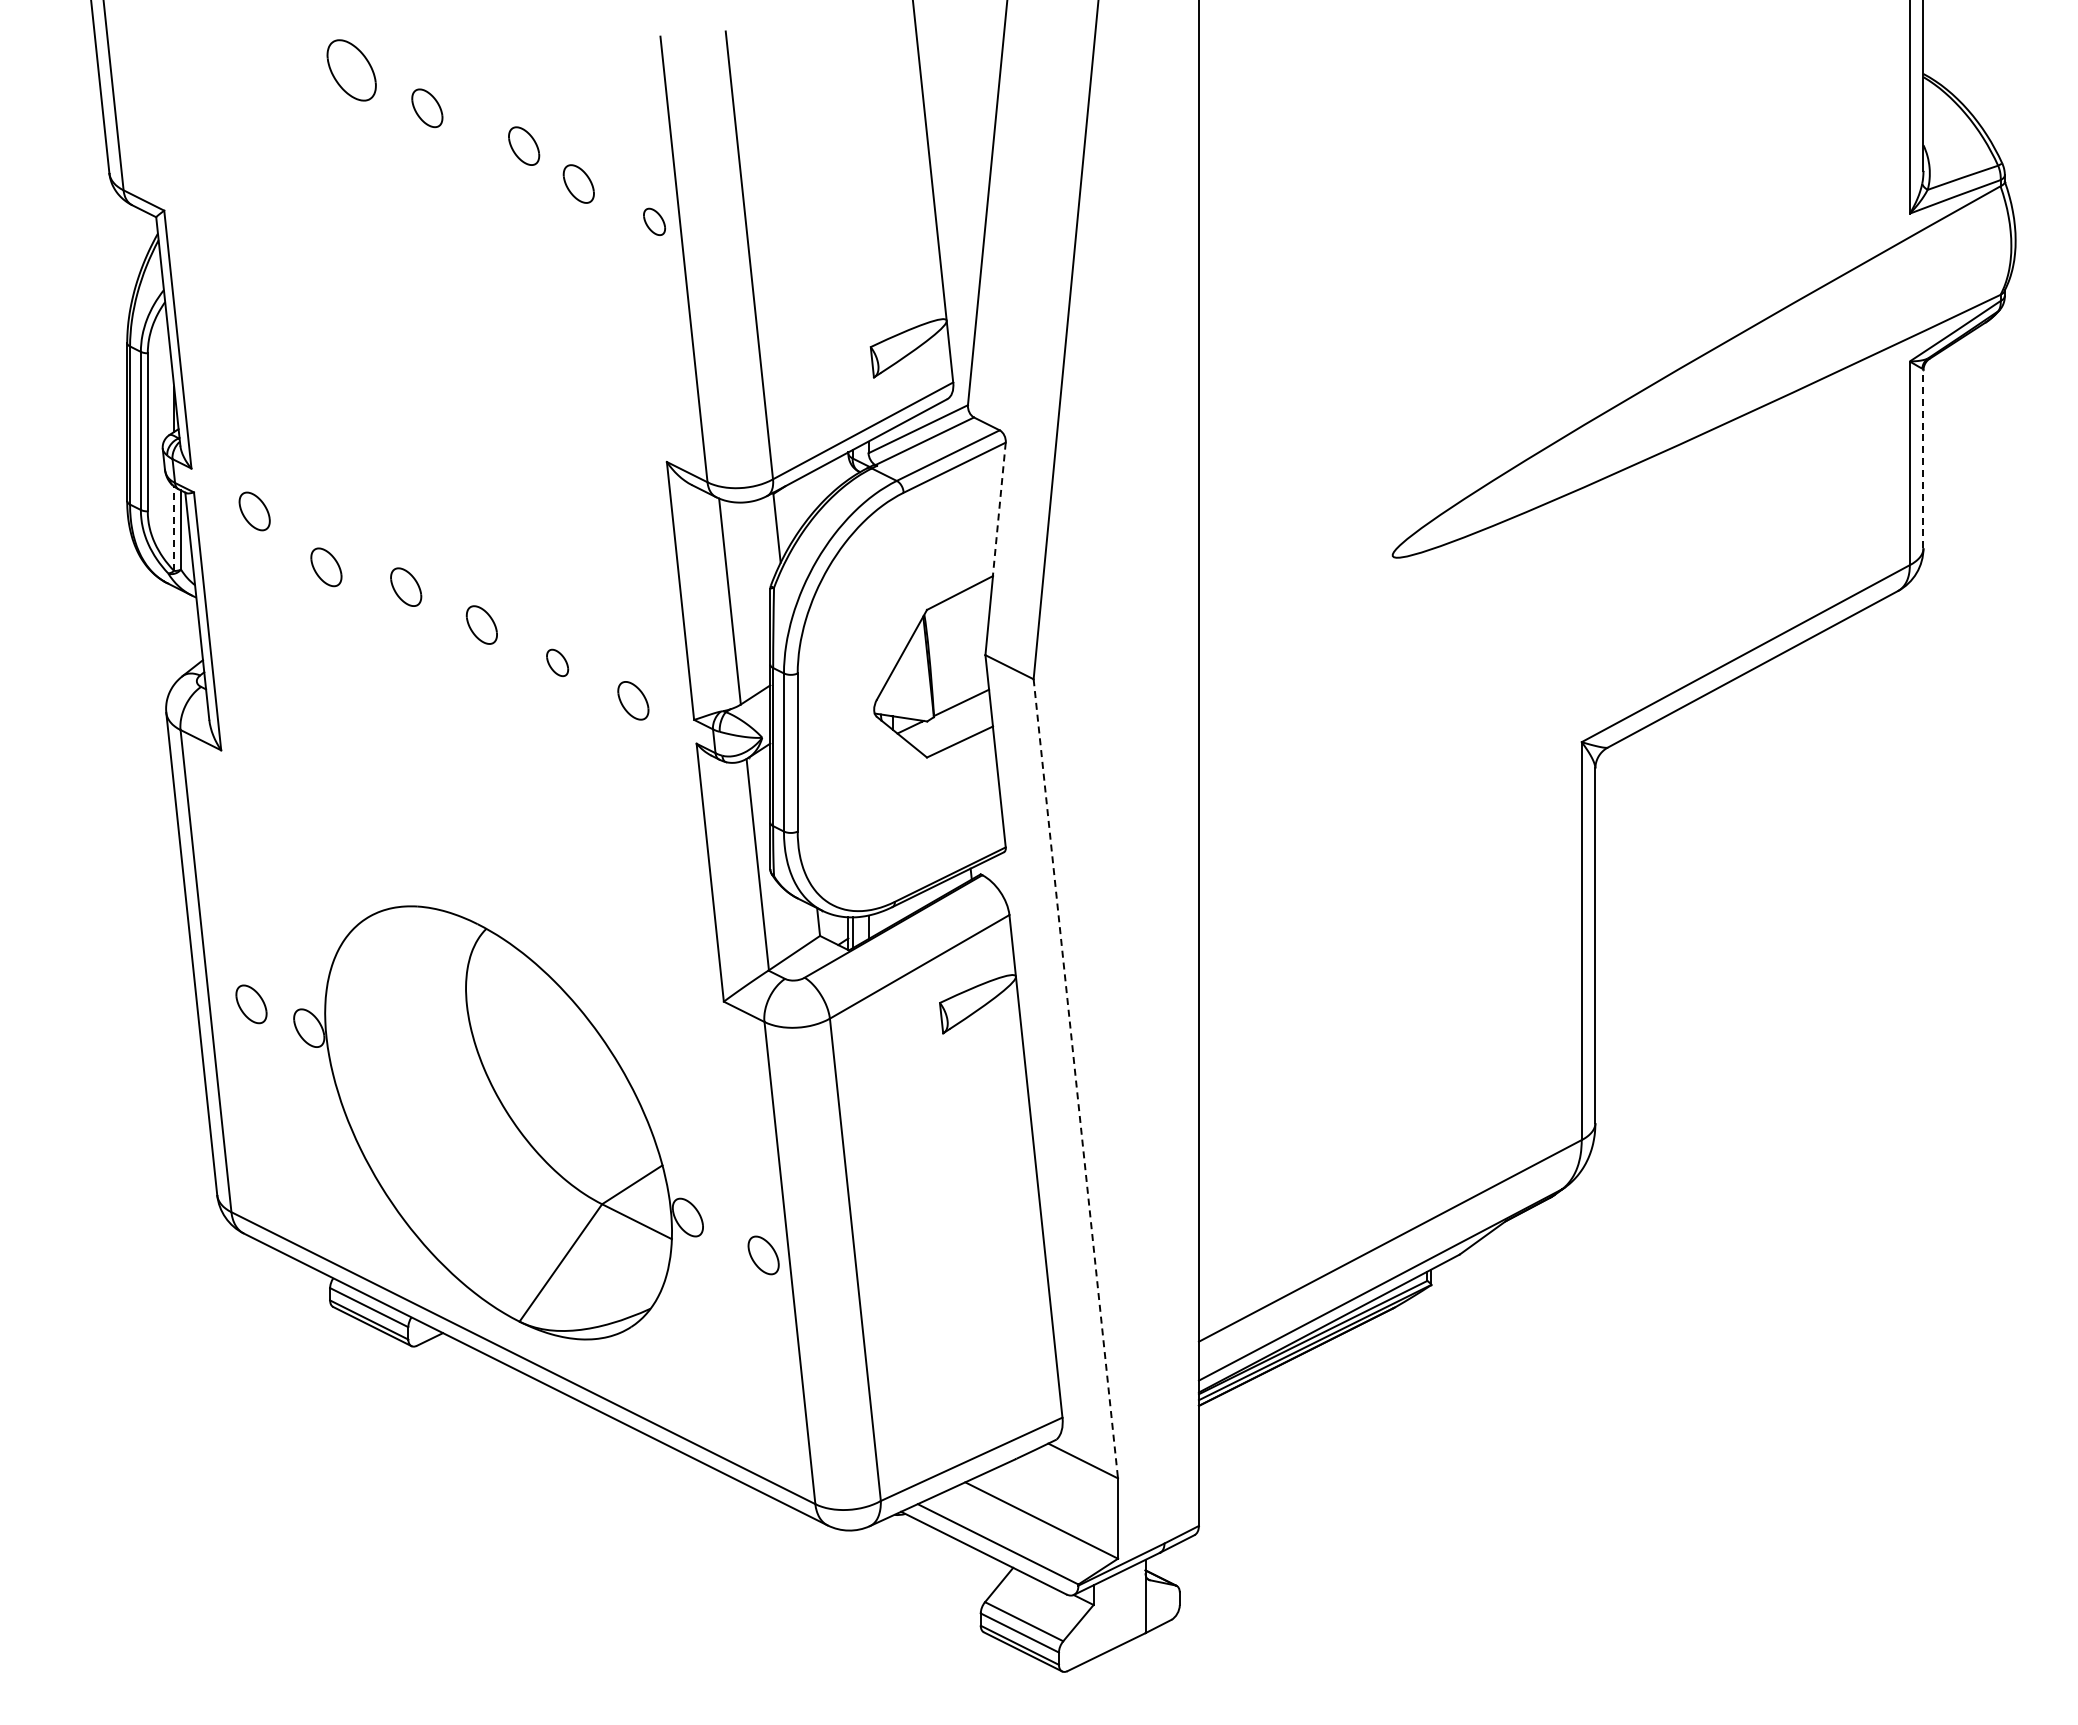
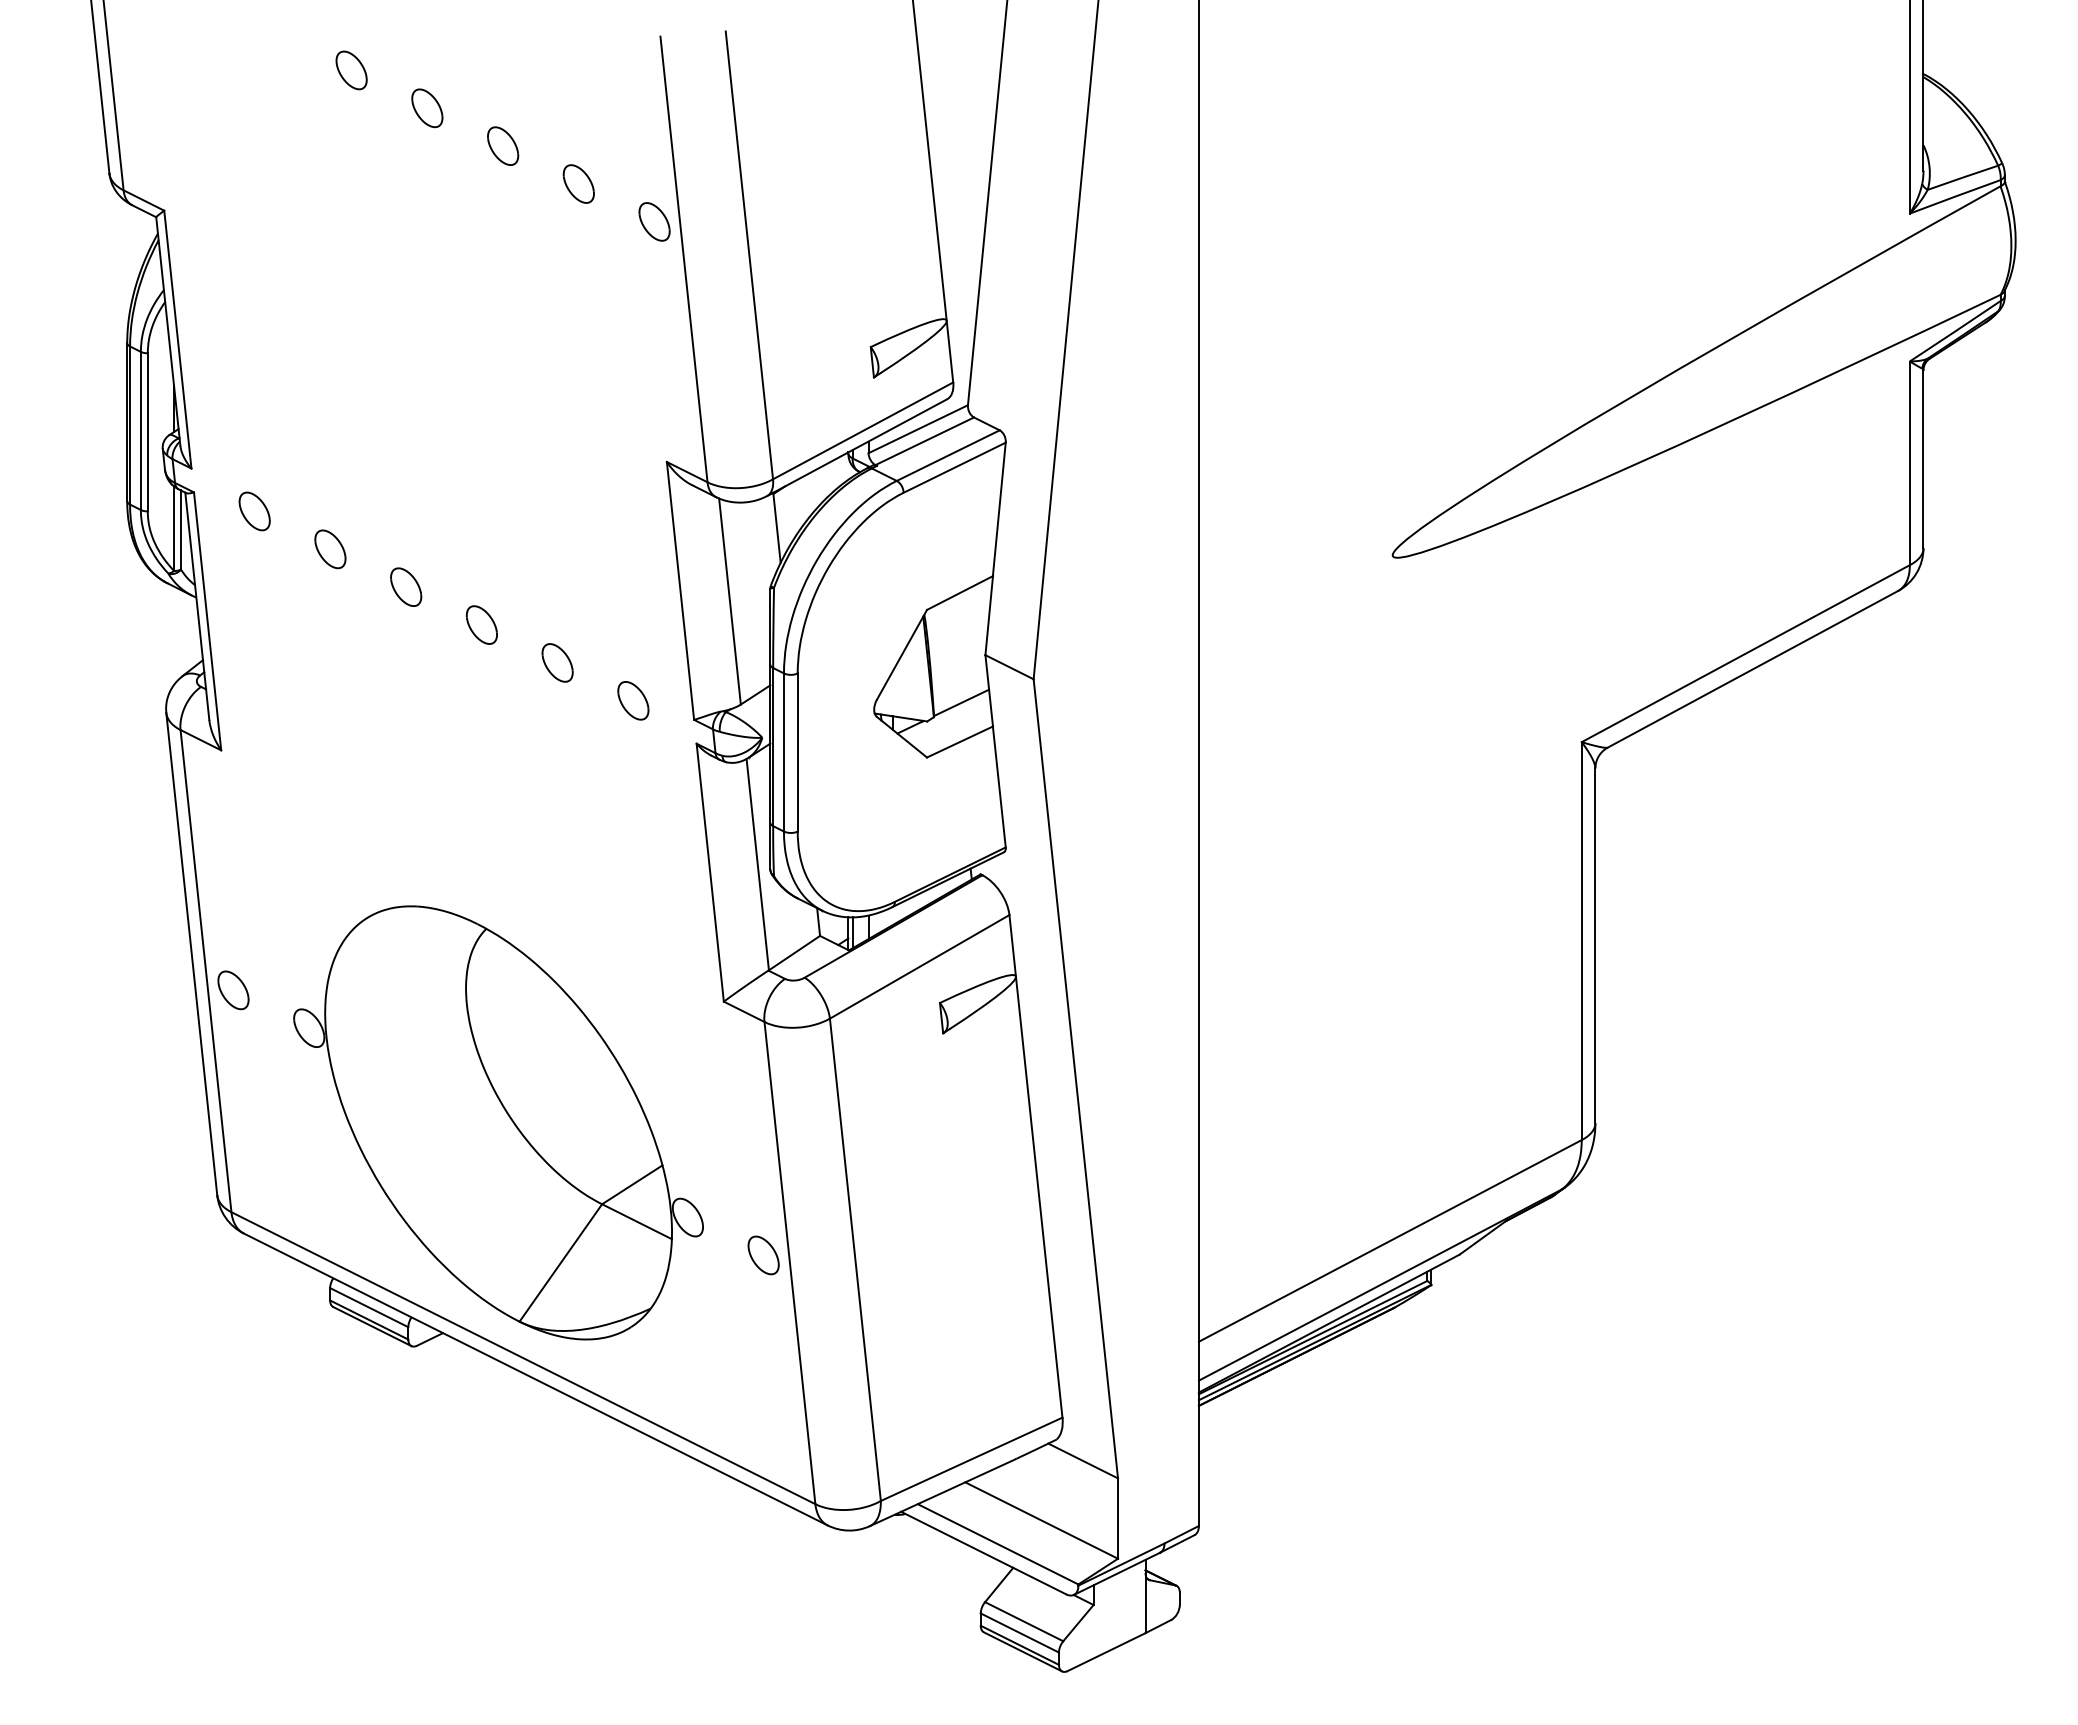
part at (351, 70) size: 51x63 px -> 33x41 px
part at (524, 145) position: (524, 145) -> (503, 145)
part at (654, 221) size: 23x29 px -> 33x40 px
line at (1923, 459): dashed -> solid
line at (999, 509): dashed -> solid
line at (174, 528): dashed -> solid
part at (326, 567) position: (326, 567) -> (330, 549)
part at (557, 662) size: 24x29 px -> 33x40 px
part at (251, 1004) position: (251, 1004) -> (233, 990)
line at (1075, 1078): dashed -> solid
